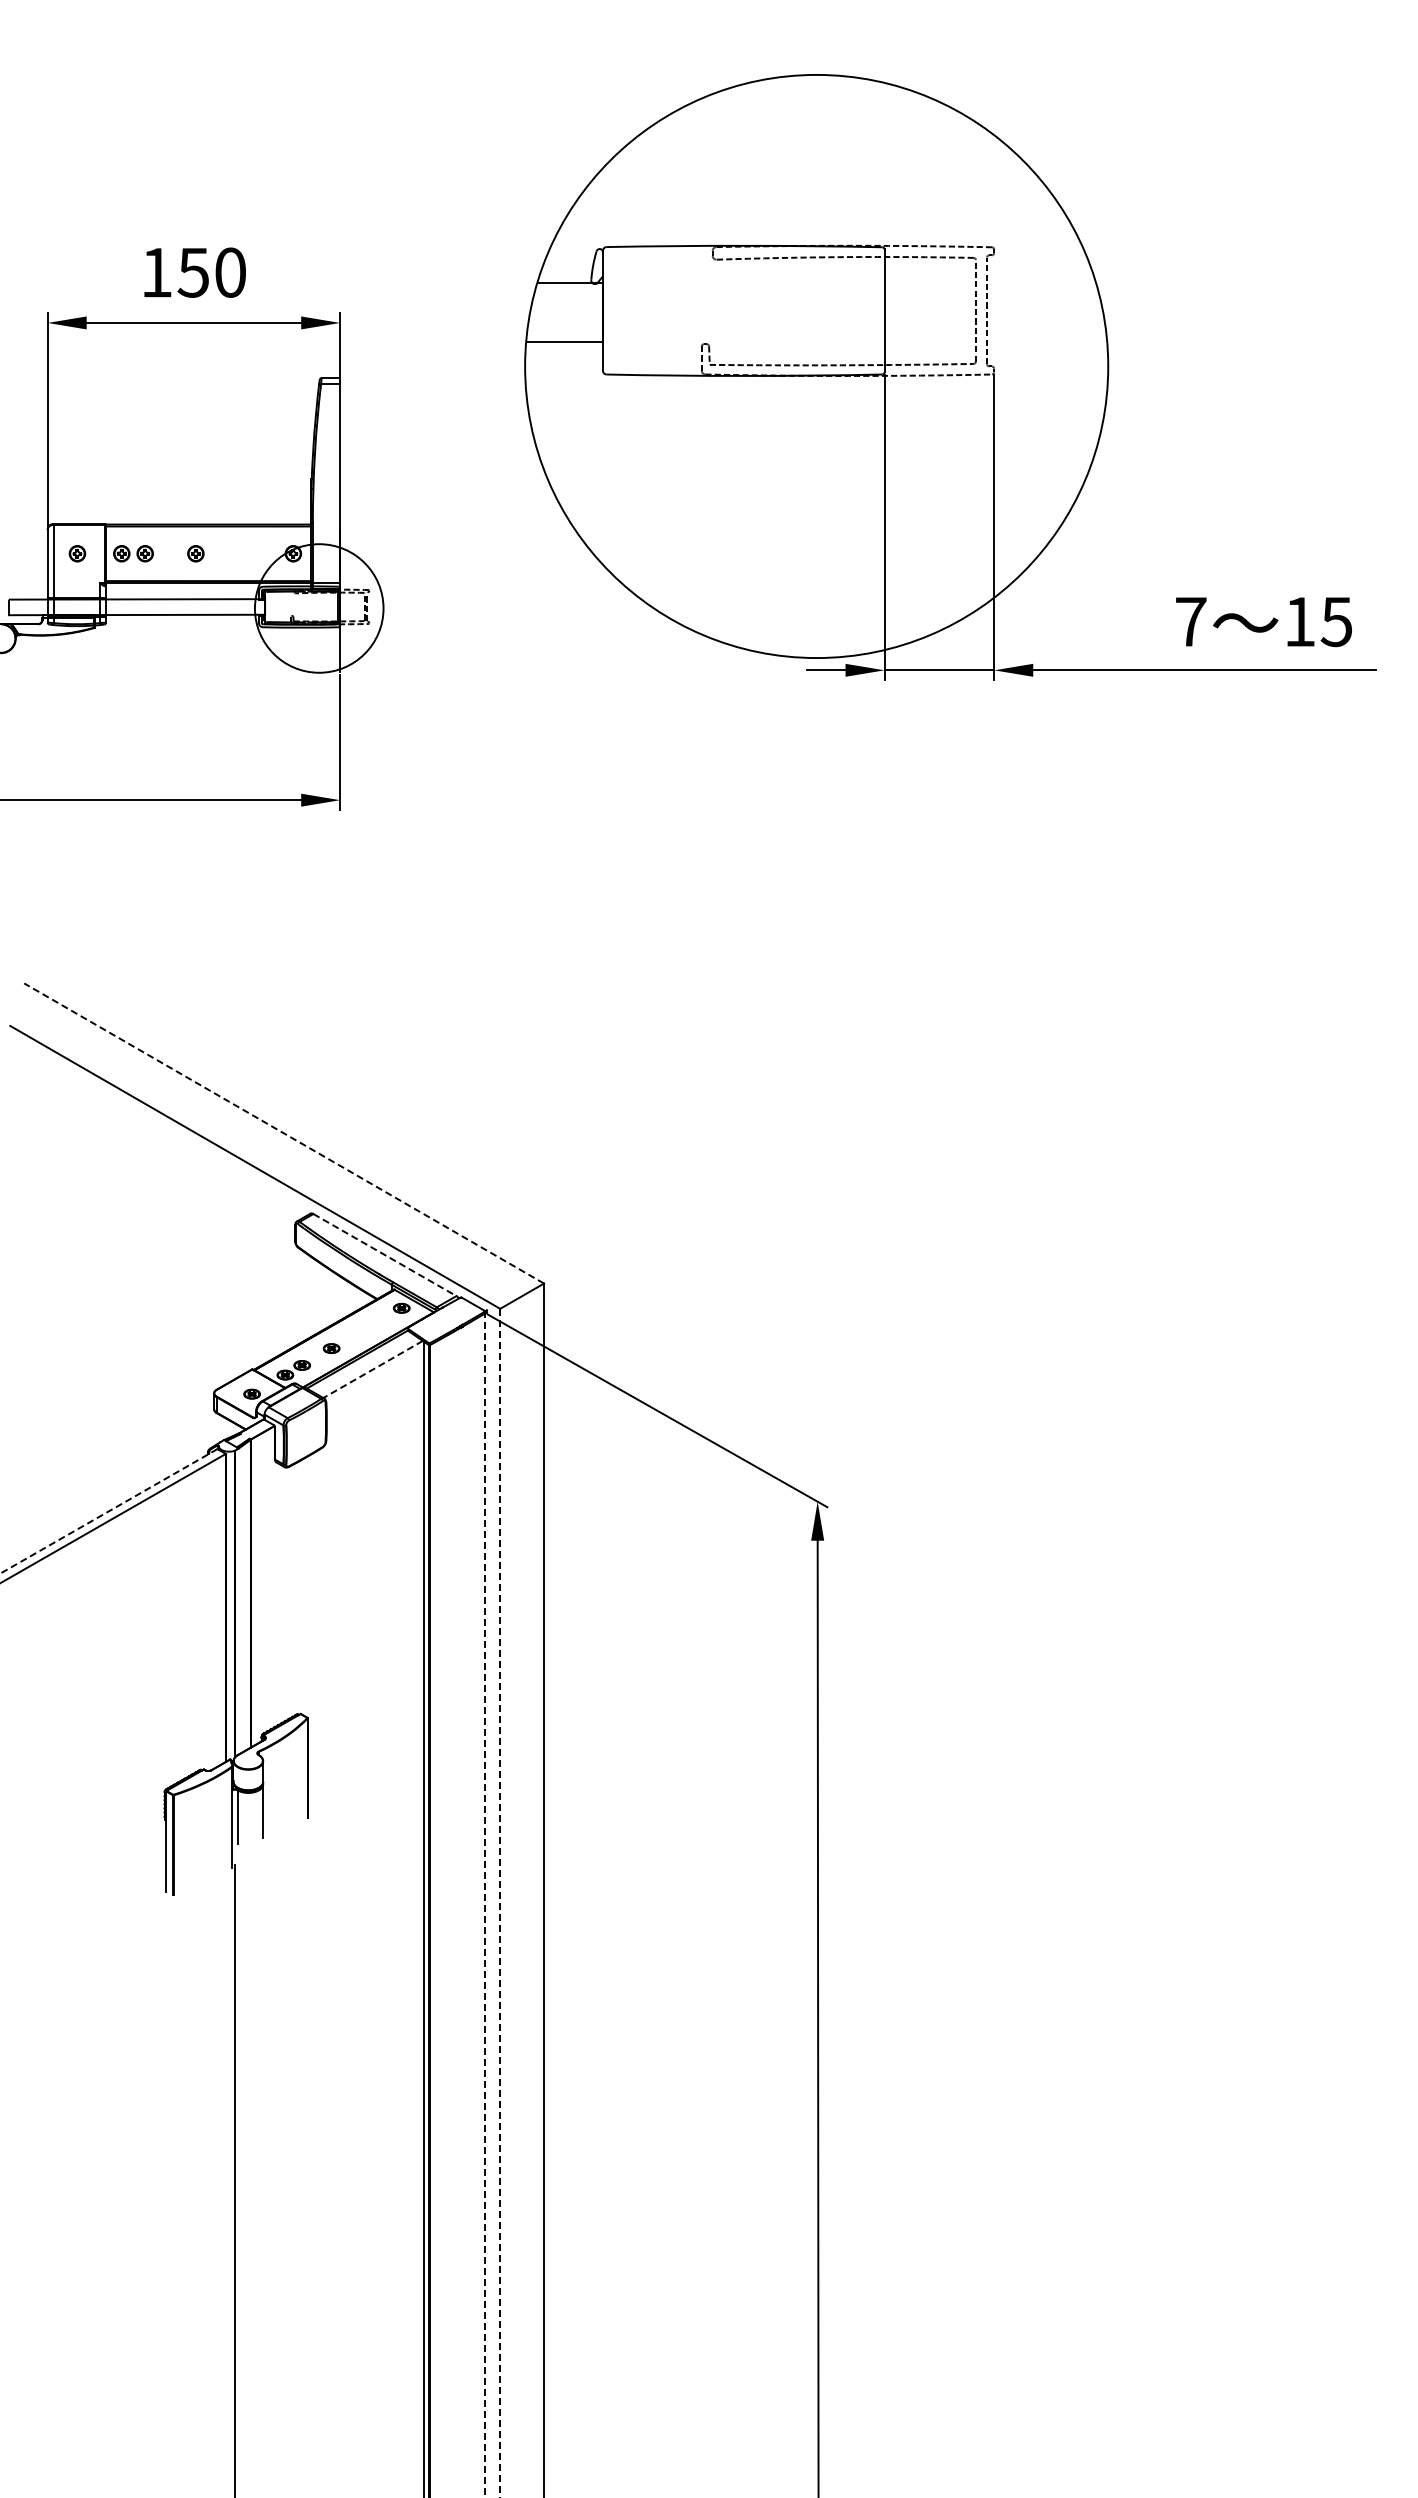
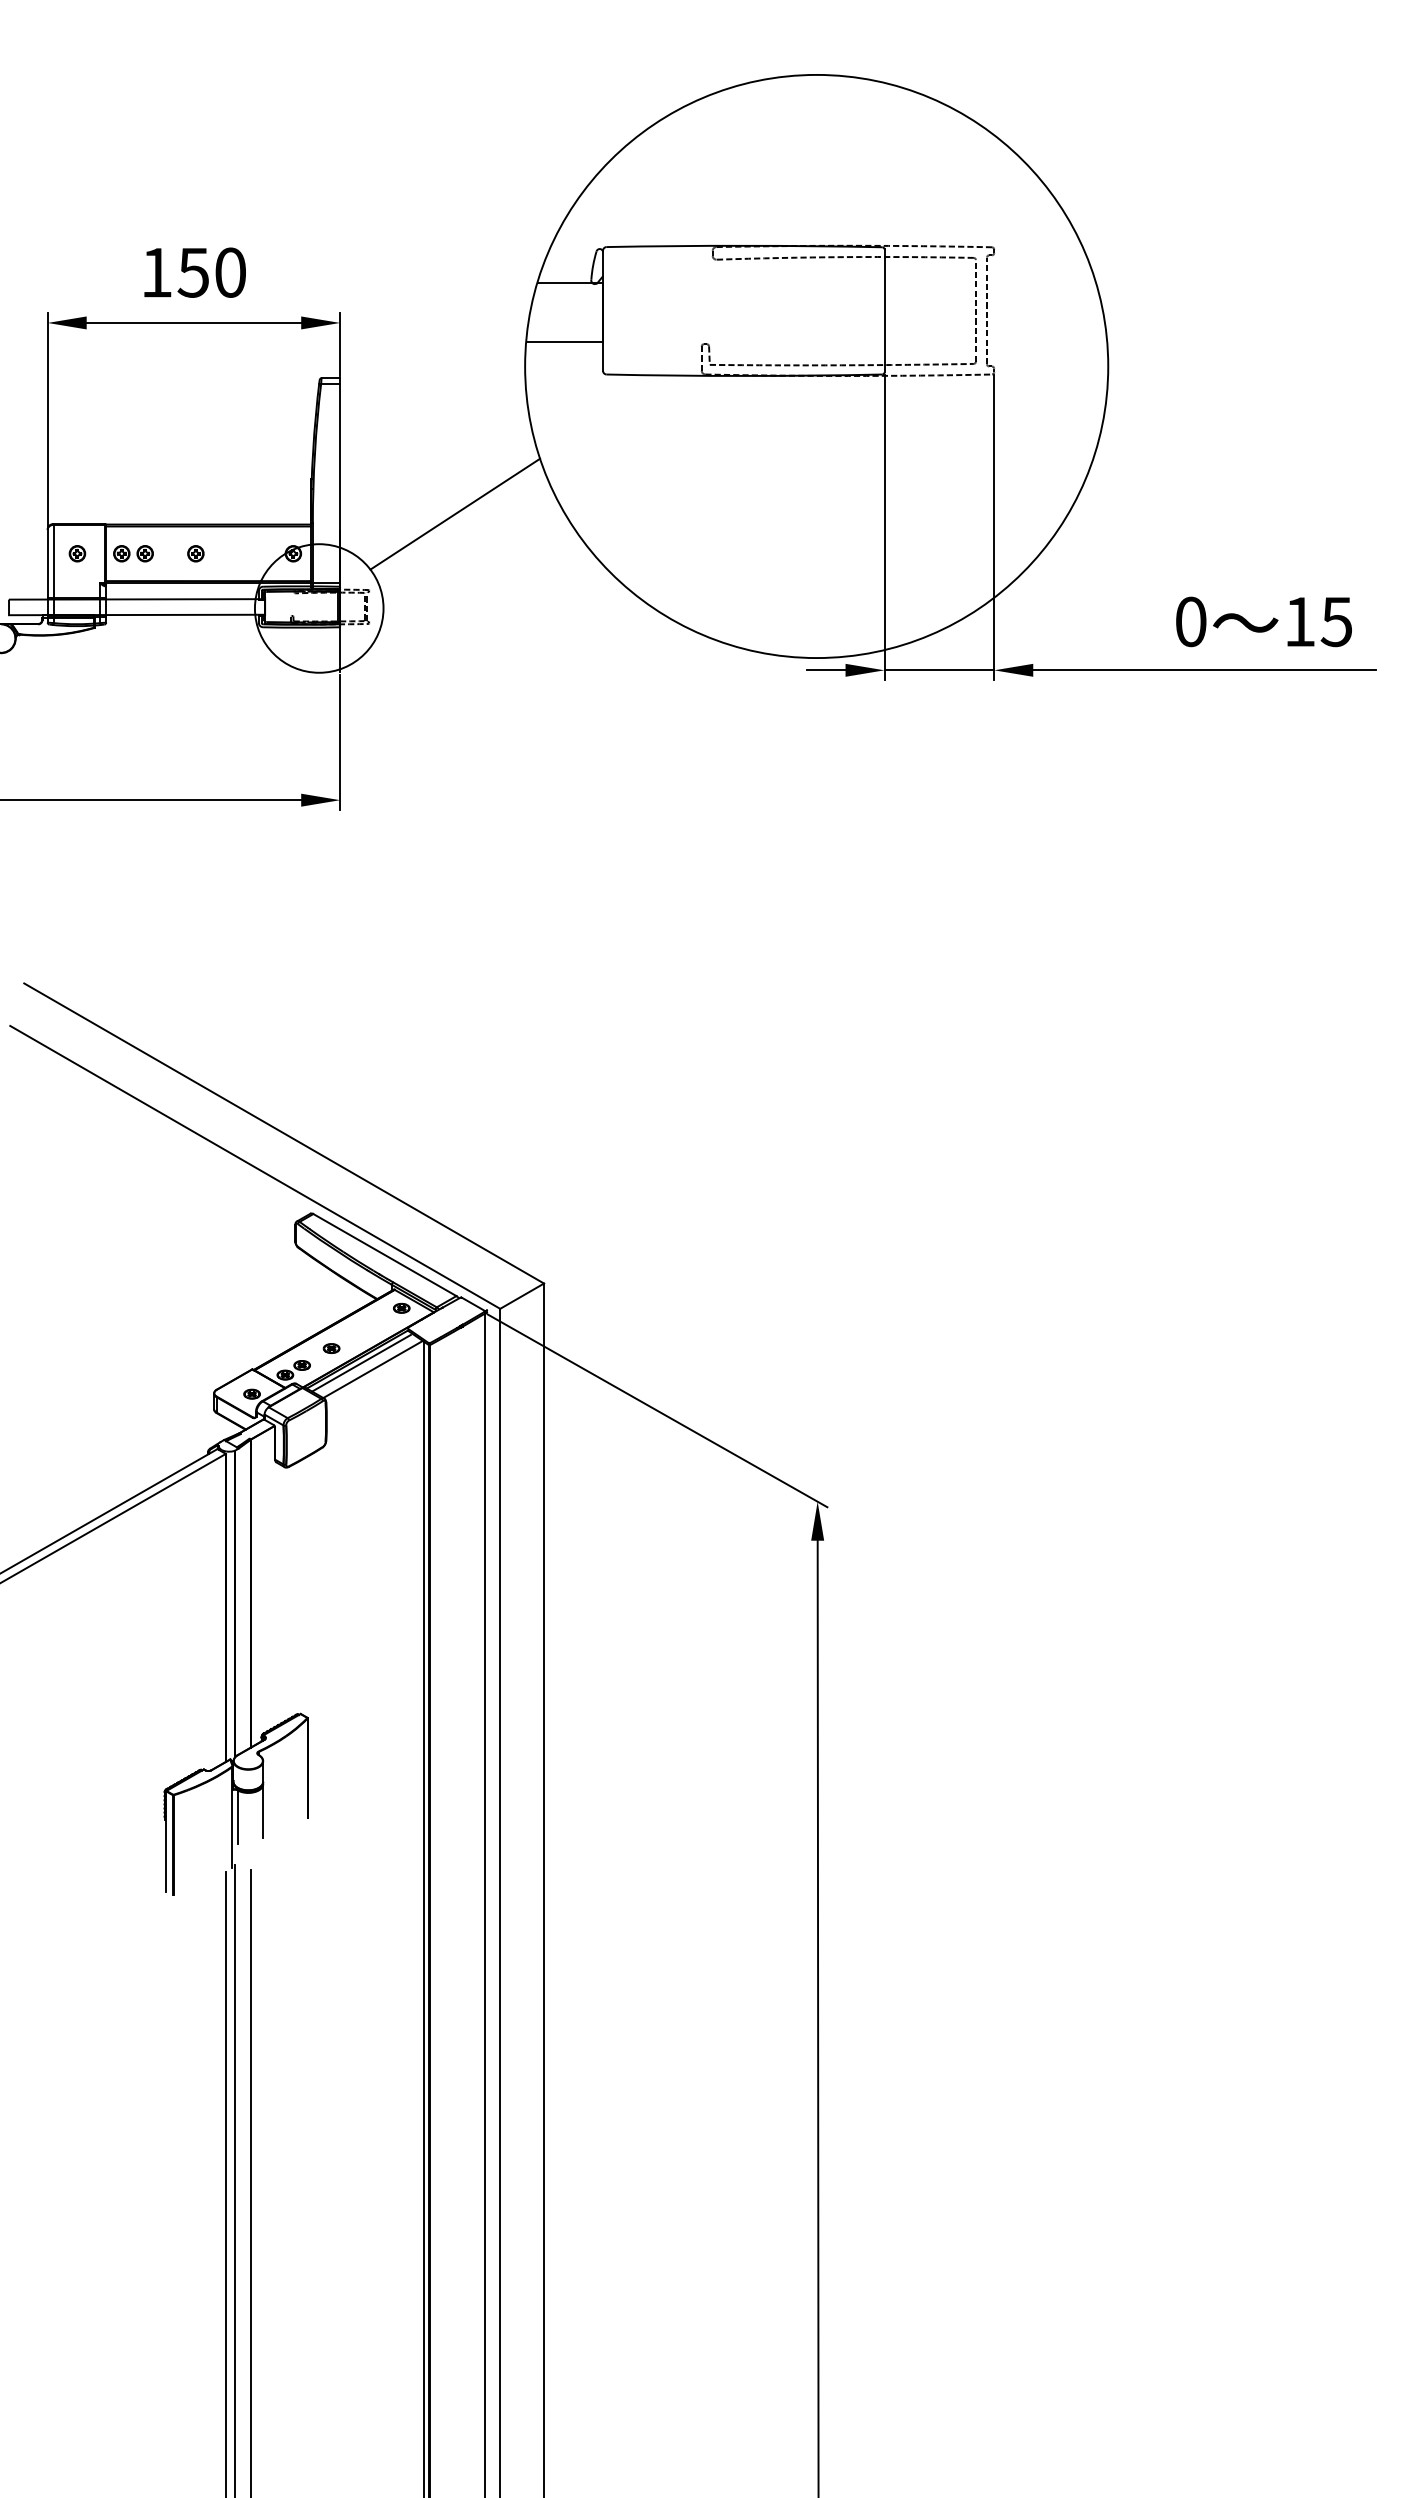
line at (455, 513): none -> present
text at (1191, 621): 7 -> 0
line at (283, 1133): dashed -> solid
line at (385, 1255): dashed -> solid
line at (361, 1362): none -> present
line at (372, 1369): dashed -> solid
line at (109, 1511): dashed -> solid
line at (500, 1903): dashed -> solid
line at (485, 1904): dashed -> solid
line at (250, 2181): none -> present
line at (225, 2182): none -> present
